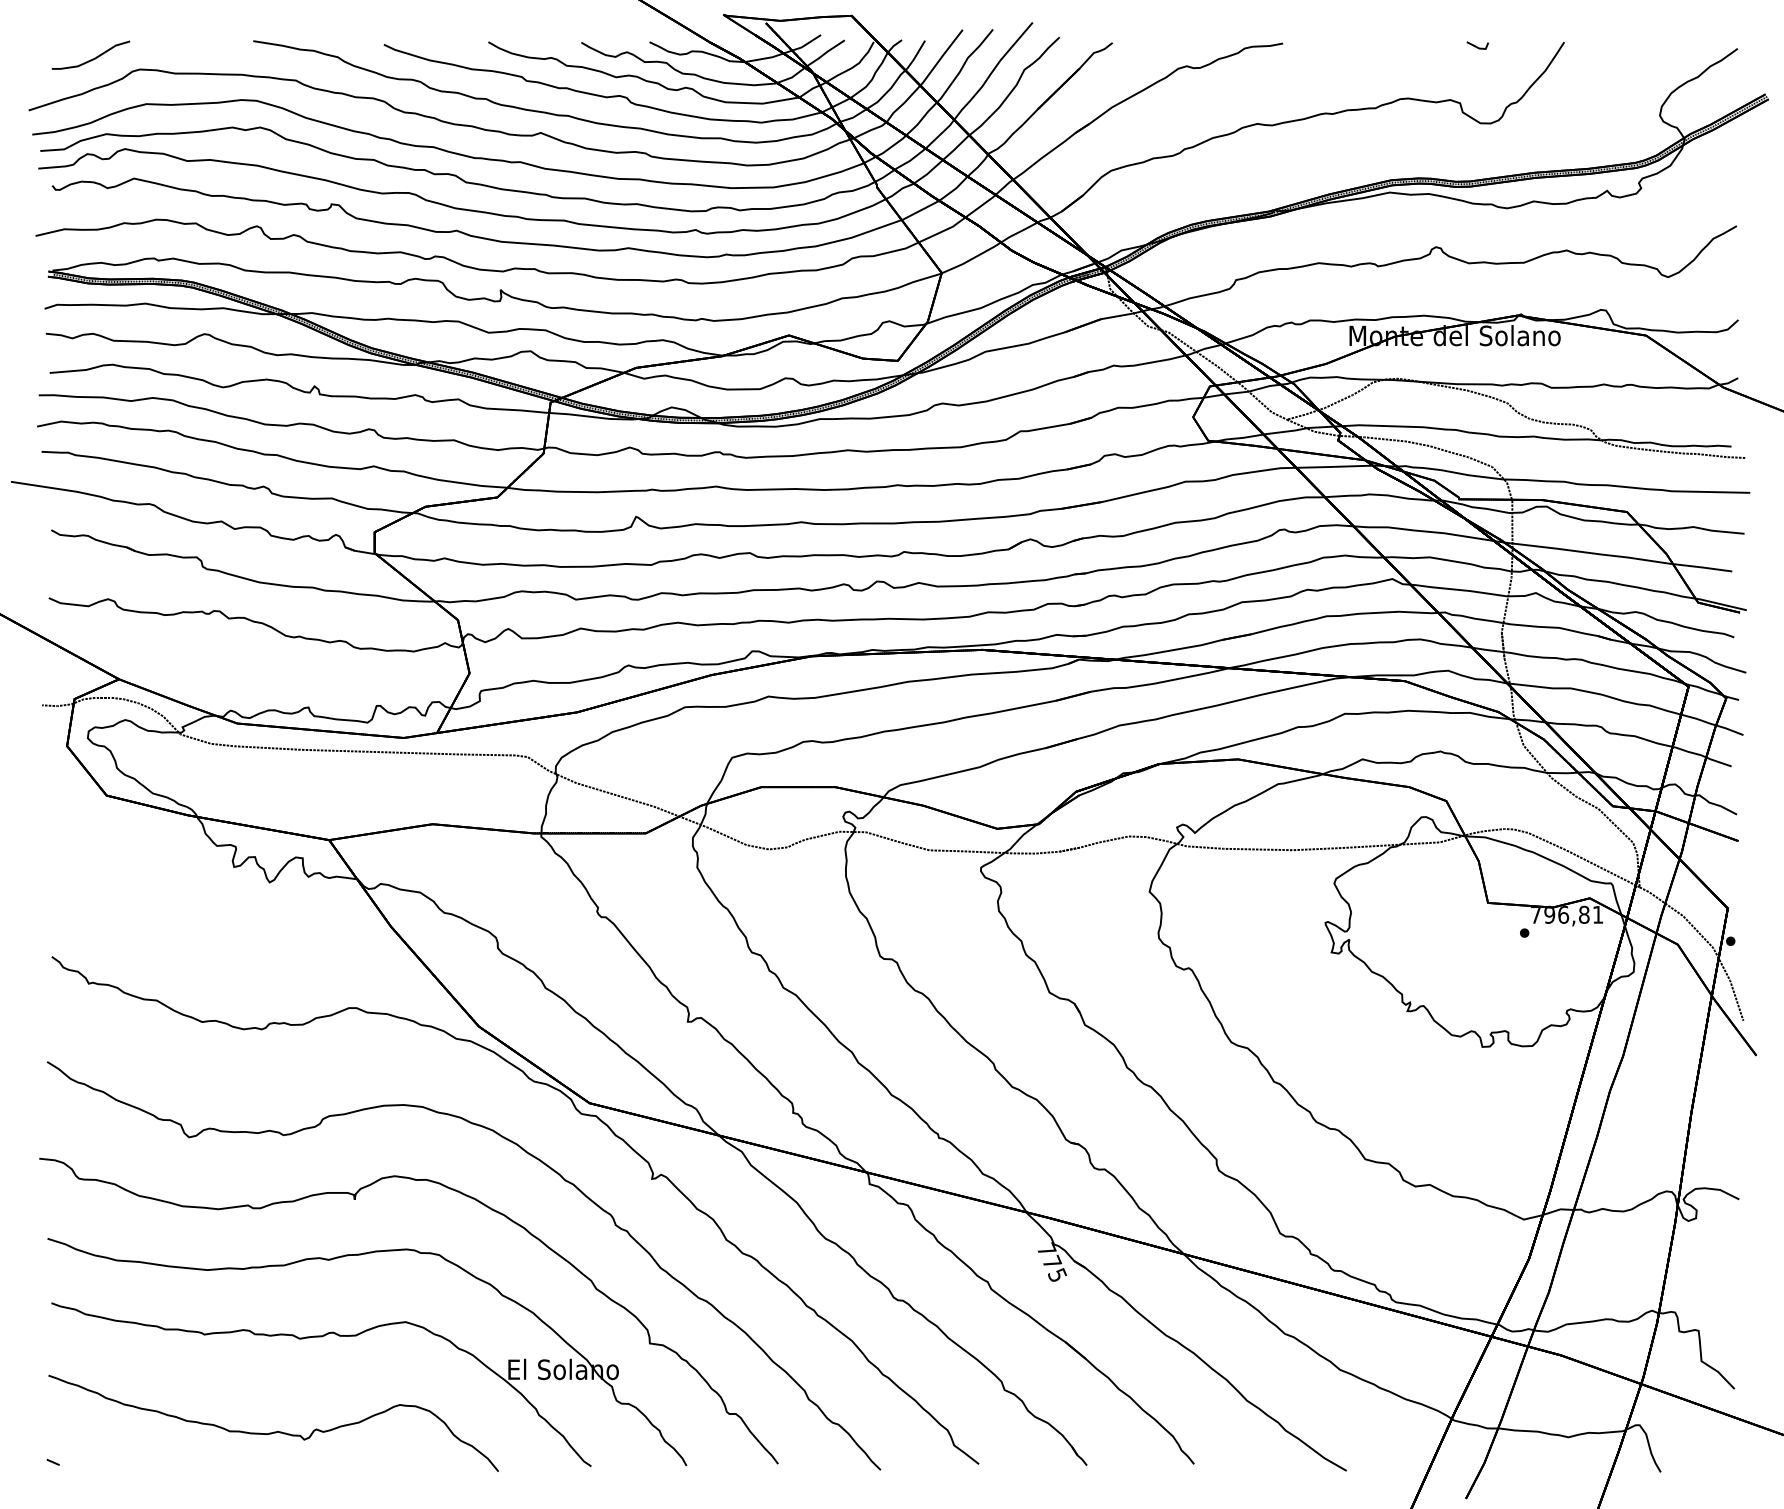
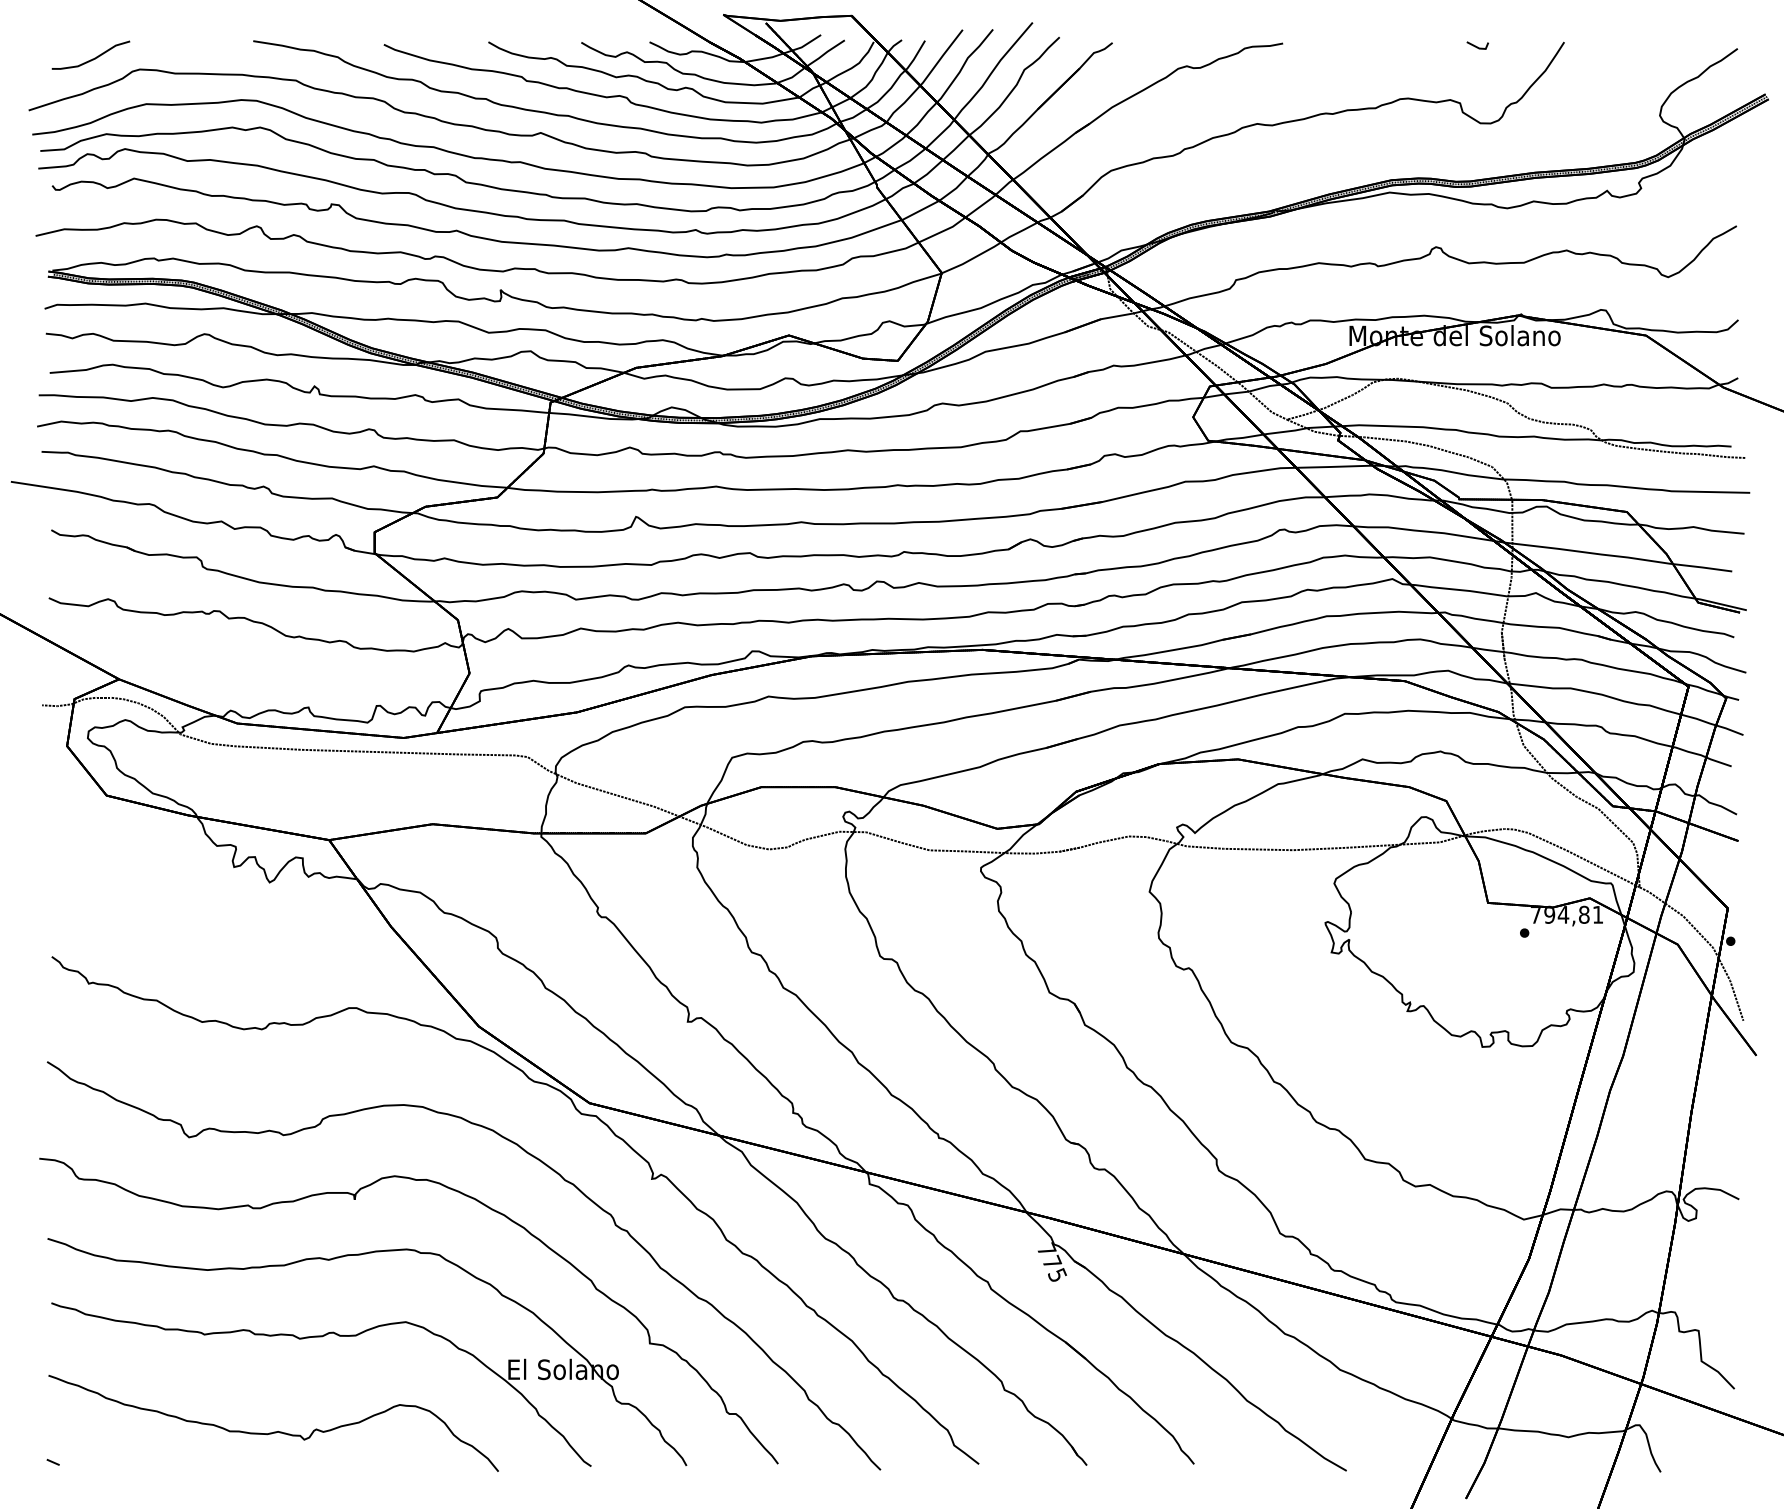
text at (1563, 914): 796,81 -> 794,81
